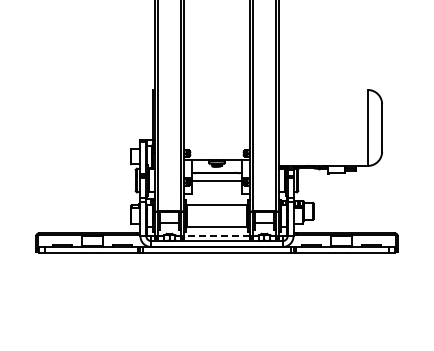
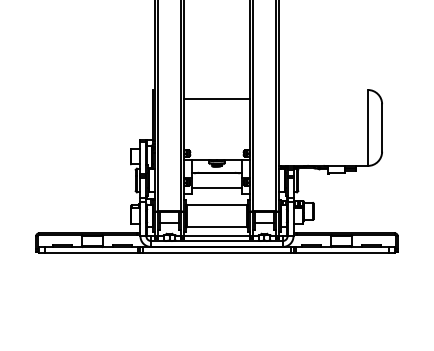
line at (216, 99): none -> present
line at (216, 180) position: (216, 180) -> (216, 187)
line at (217, 236): dashed -> solid
